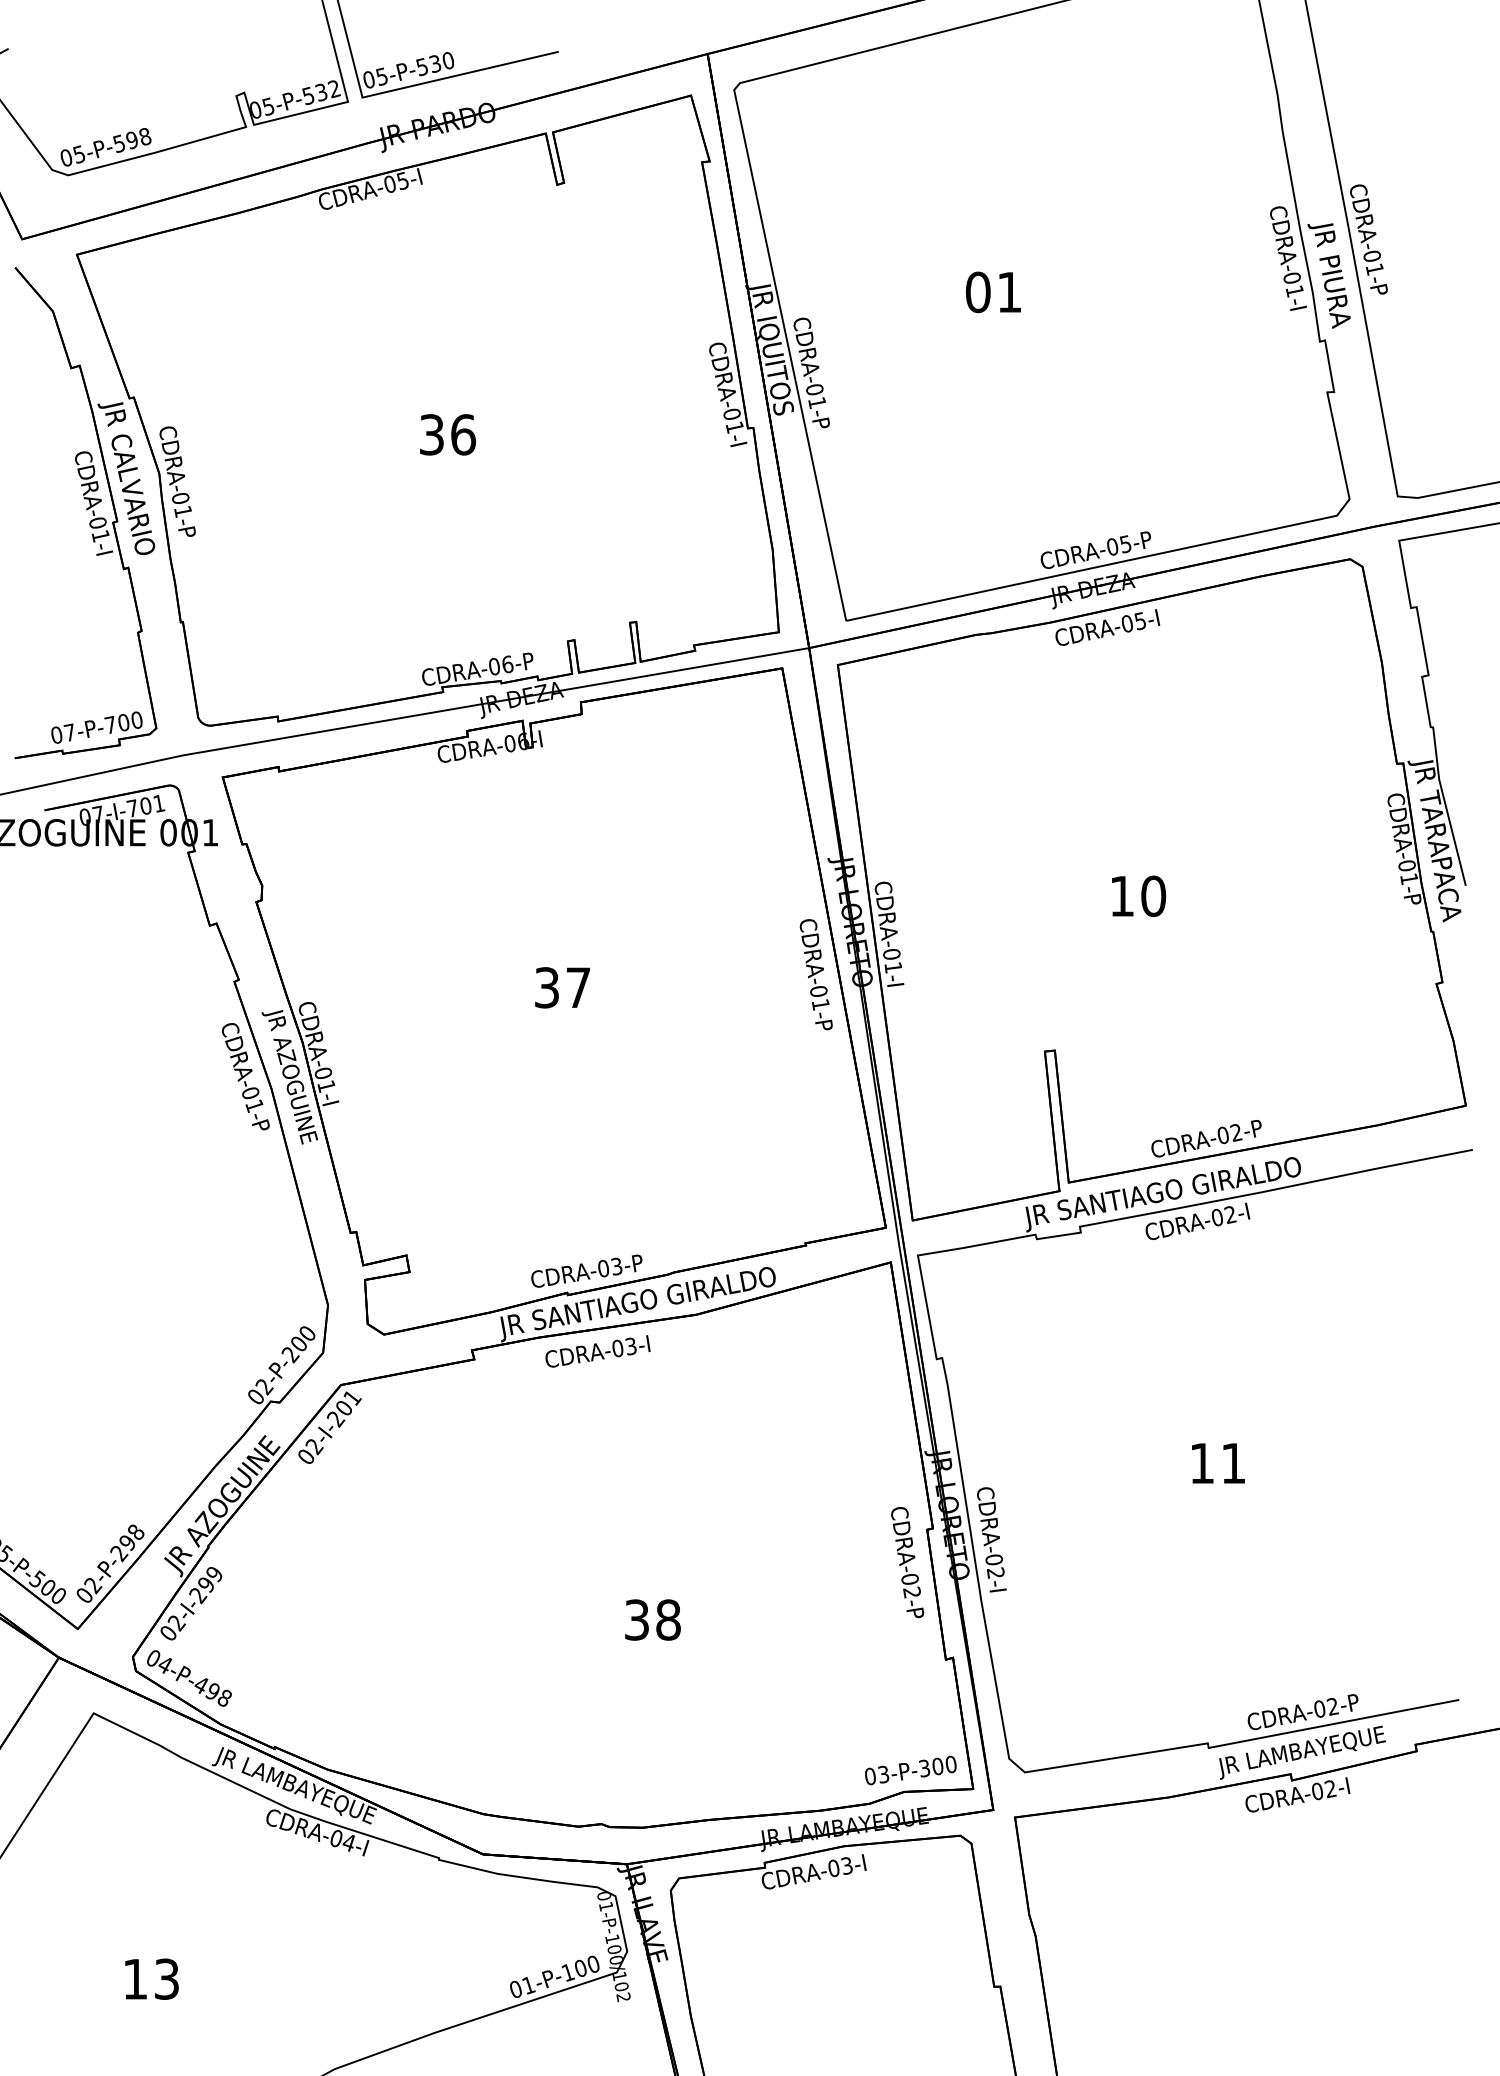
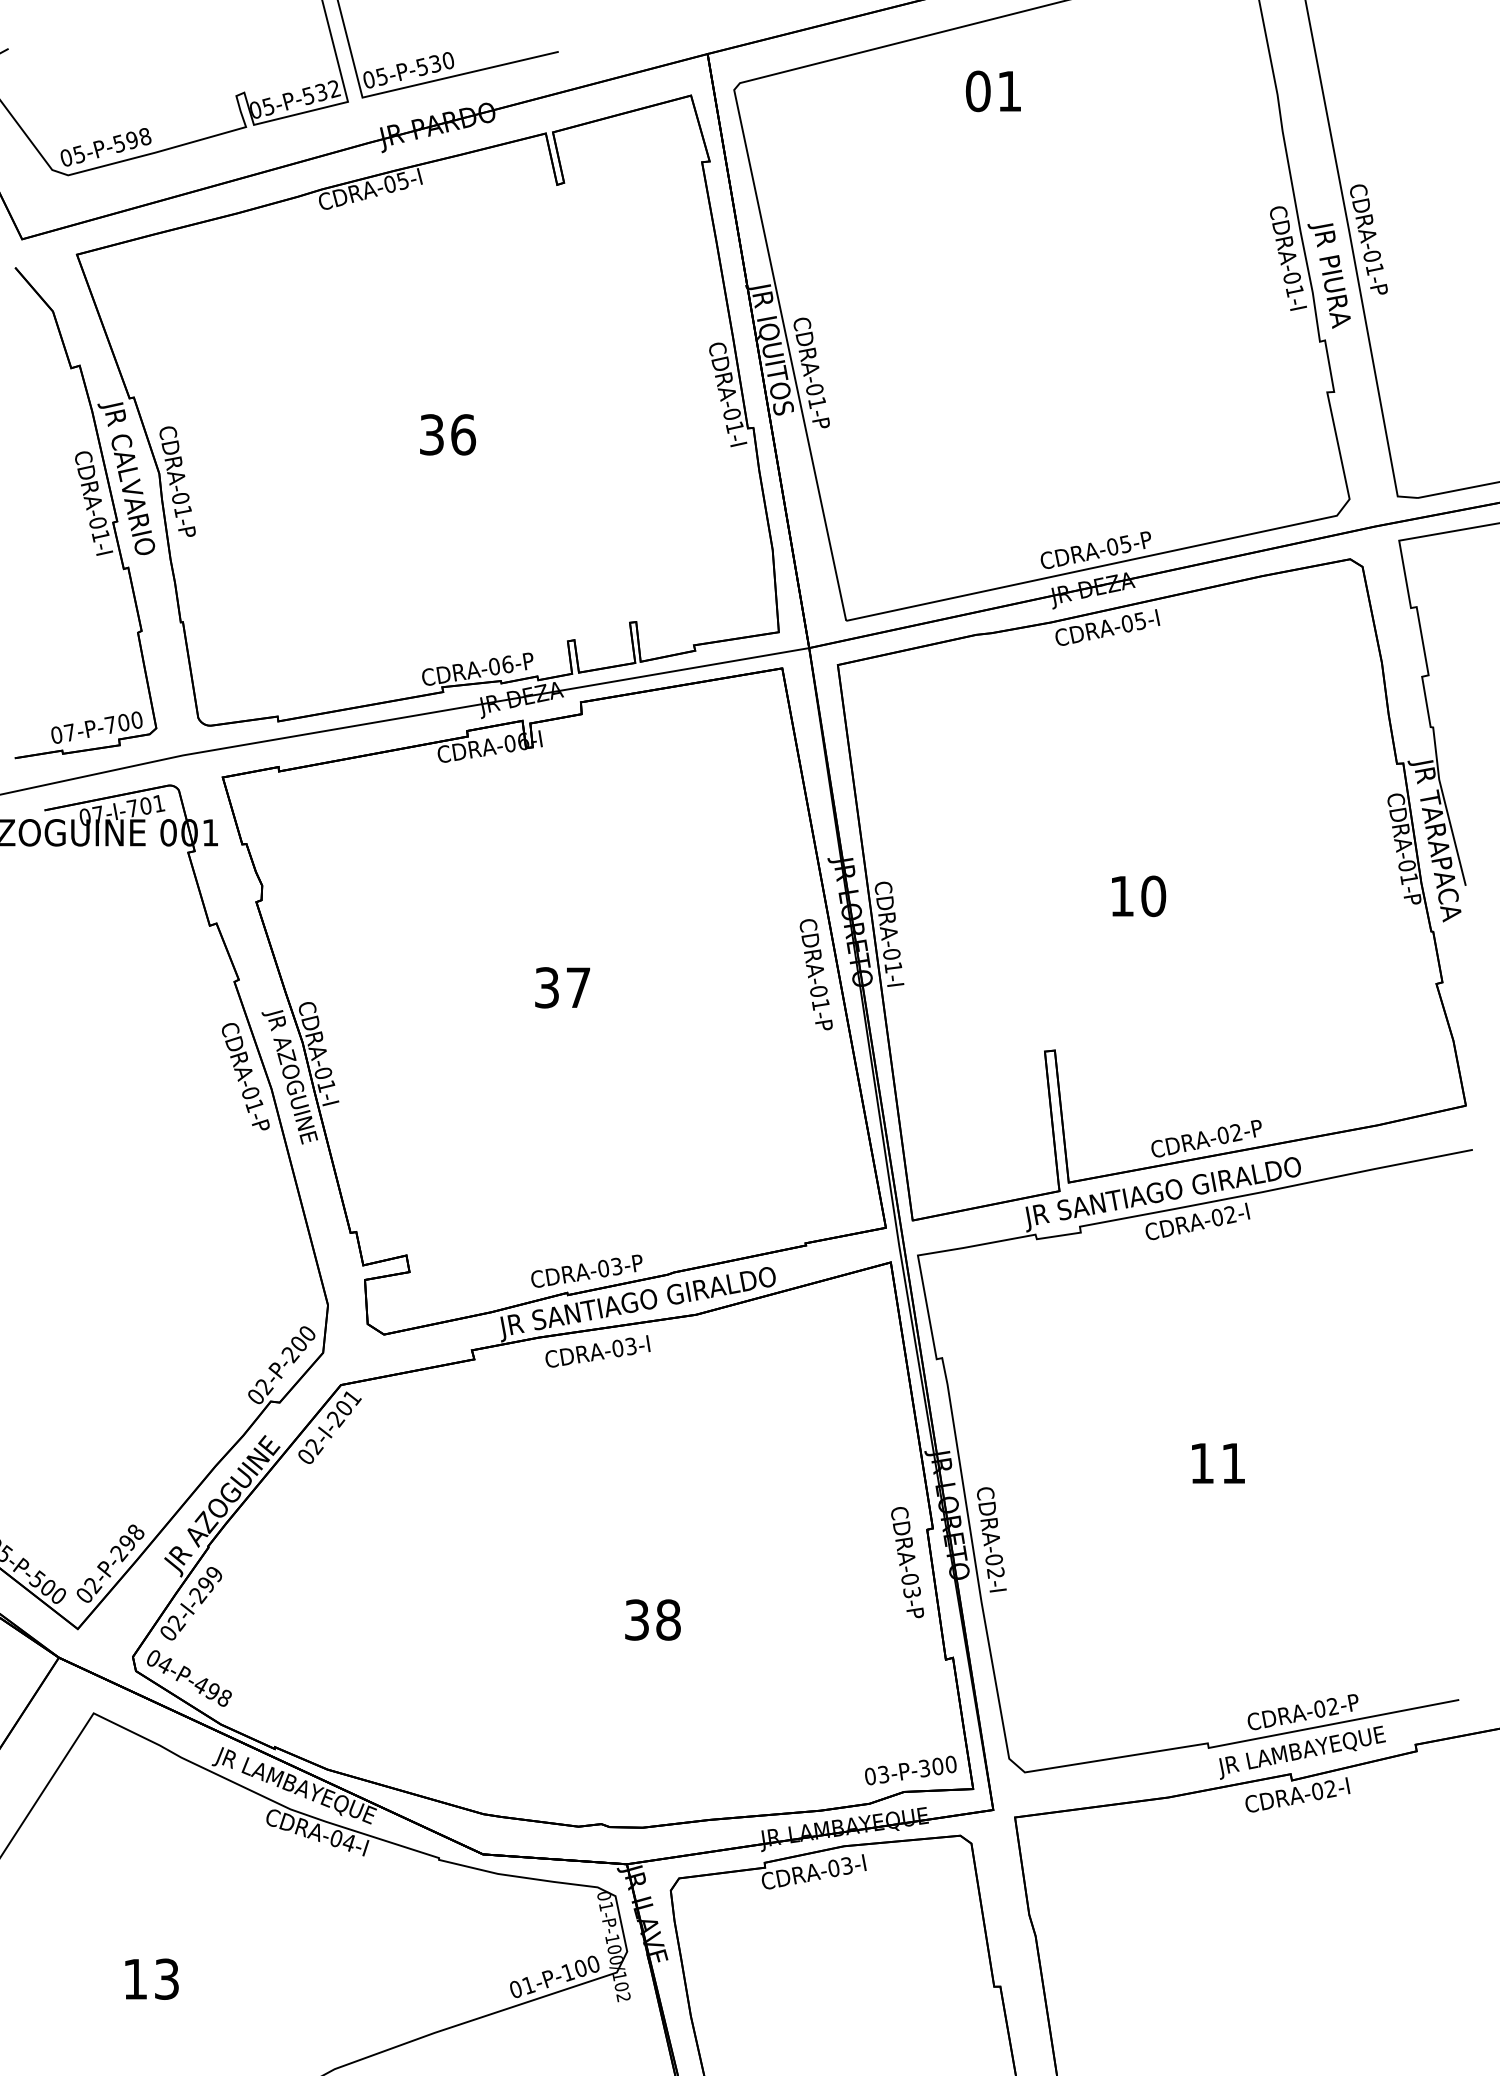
text at (993, 292) position: (993, 292) -> (993, 91)
text at (911, 1592): CDRA-02-P -> CDRA-03-P
